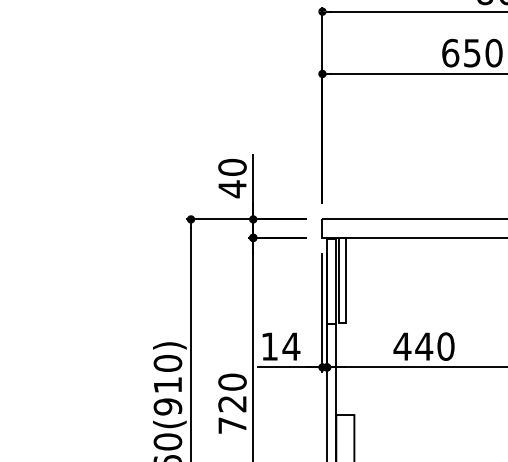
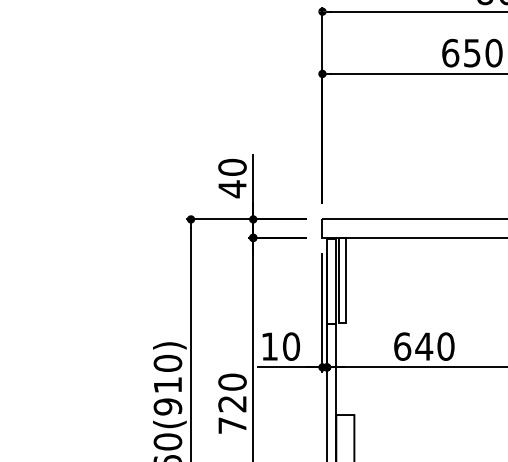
text at (291, 346): 14 -> 10
text at (402, 346): 440 -> 640
